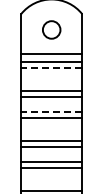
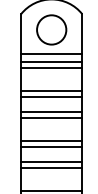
circle at (51, 29) diameter: 18 px -> 29 px
line at (51, 68): dashed -> solid
line at (51, 112): dashed -> solid
